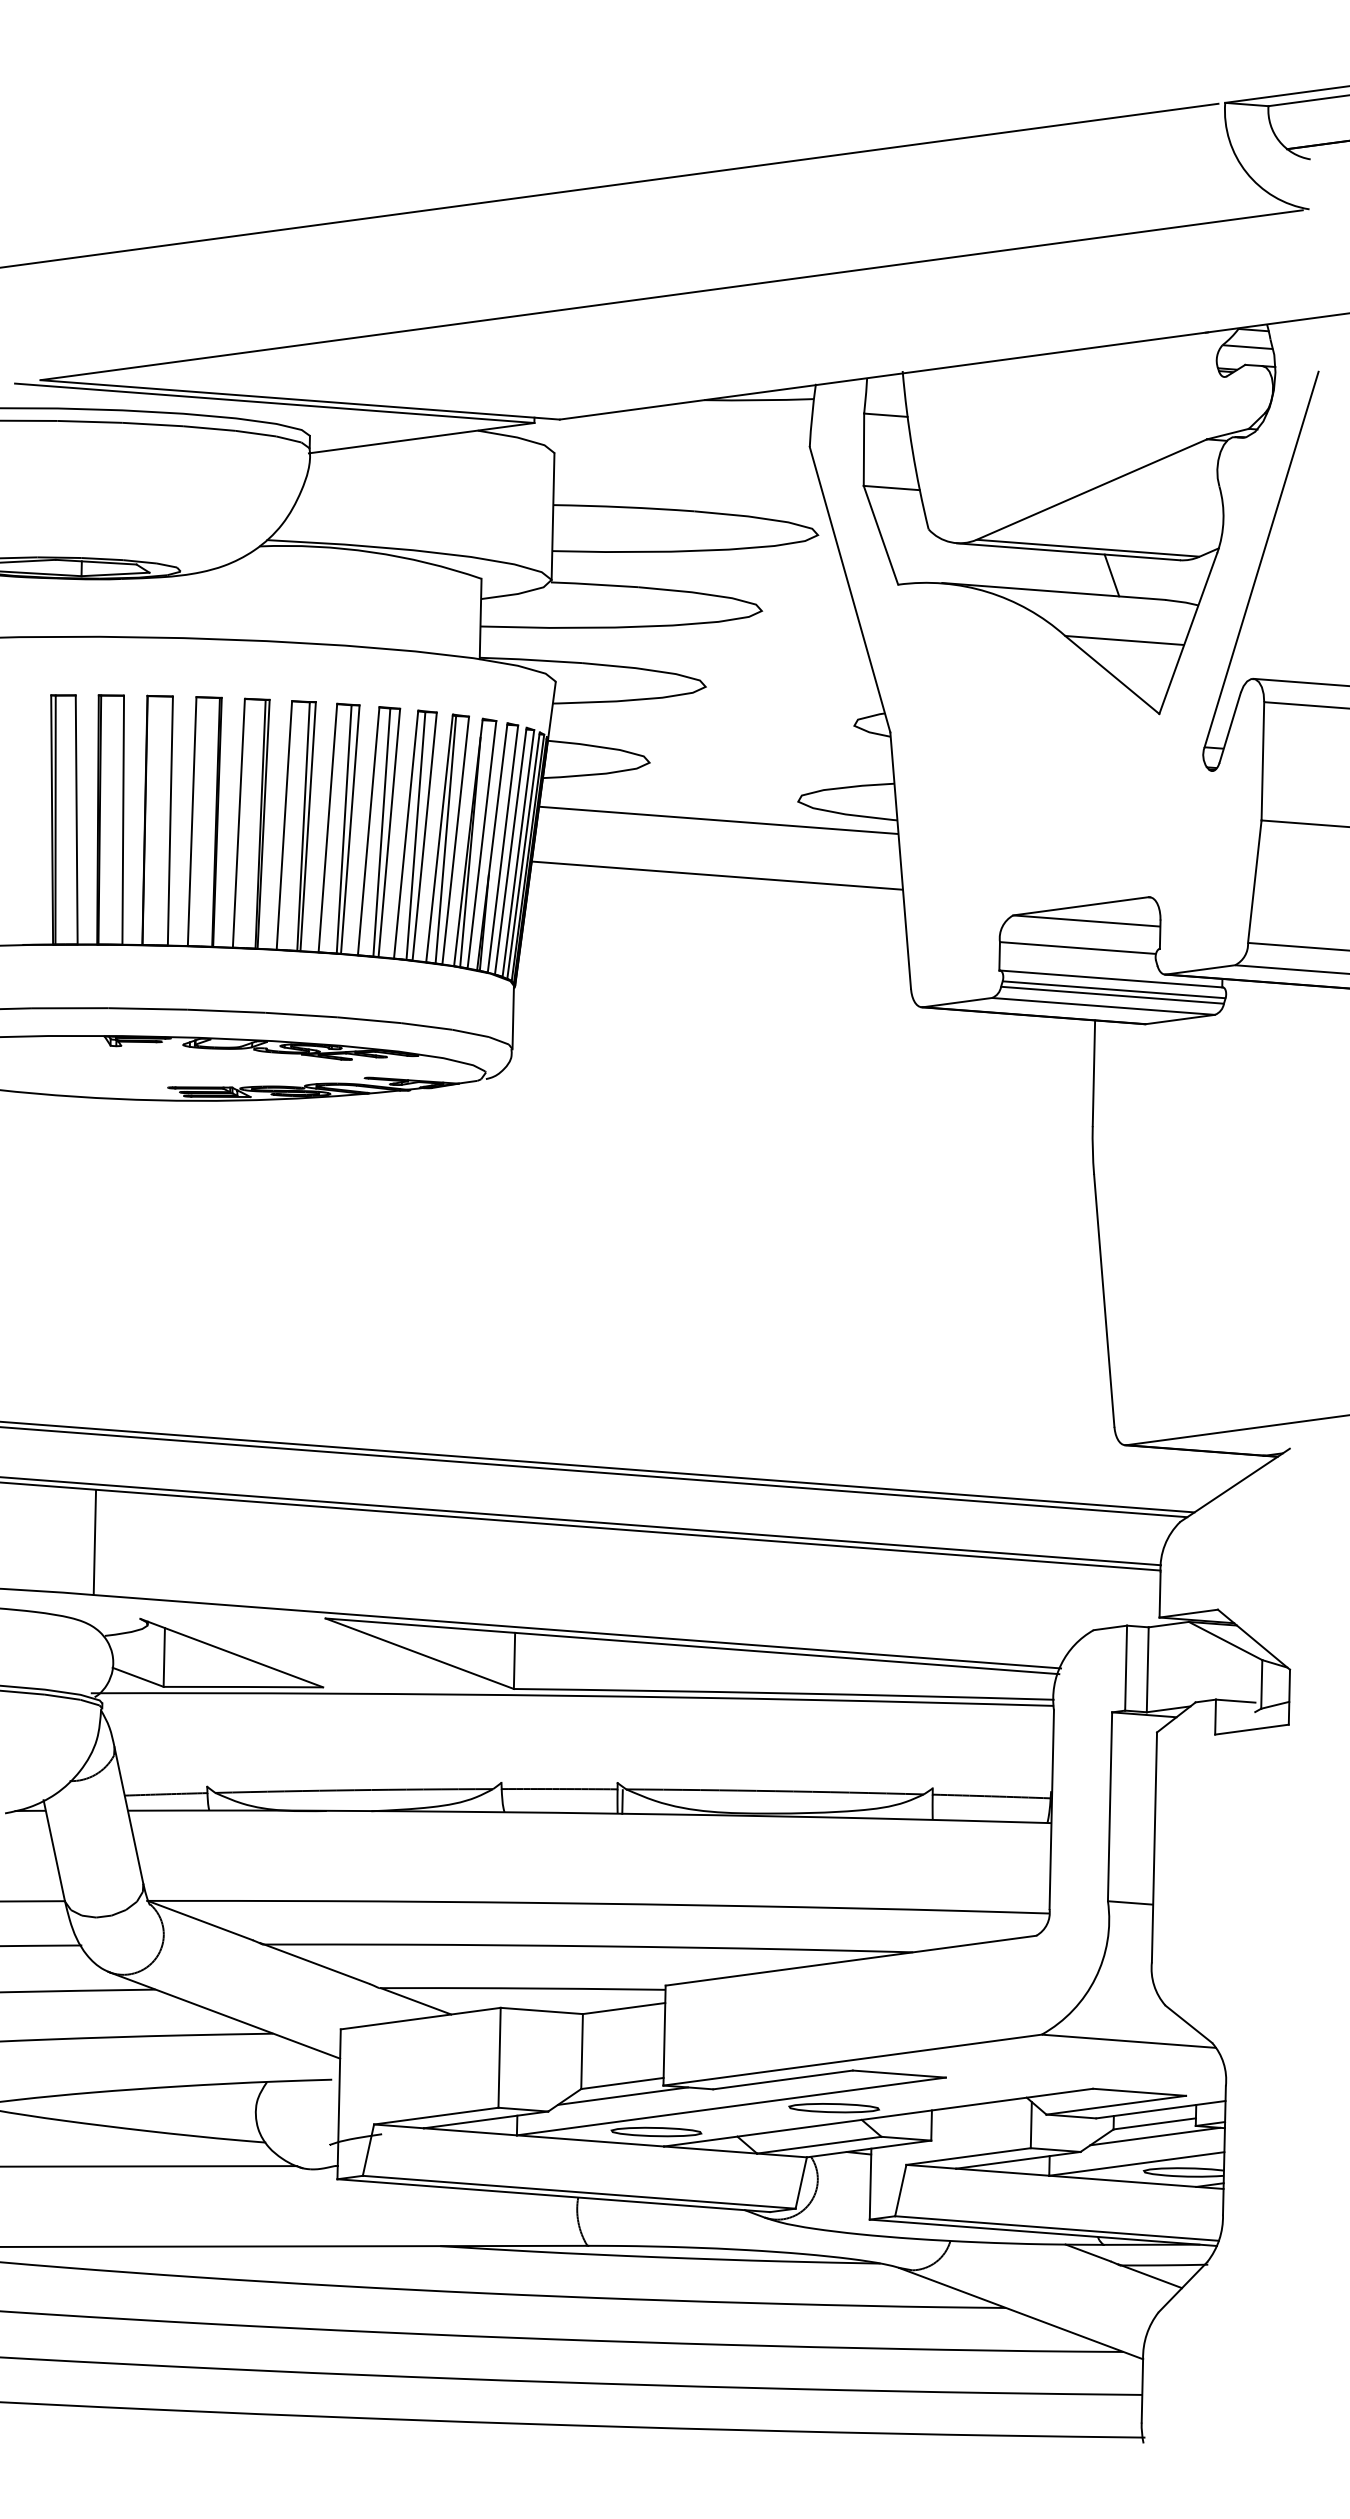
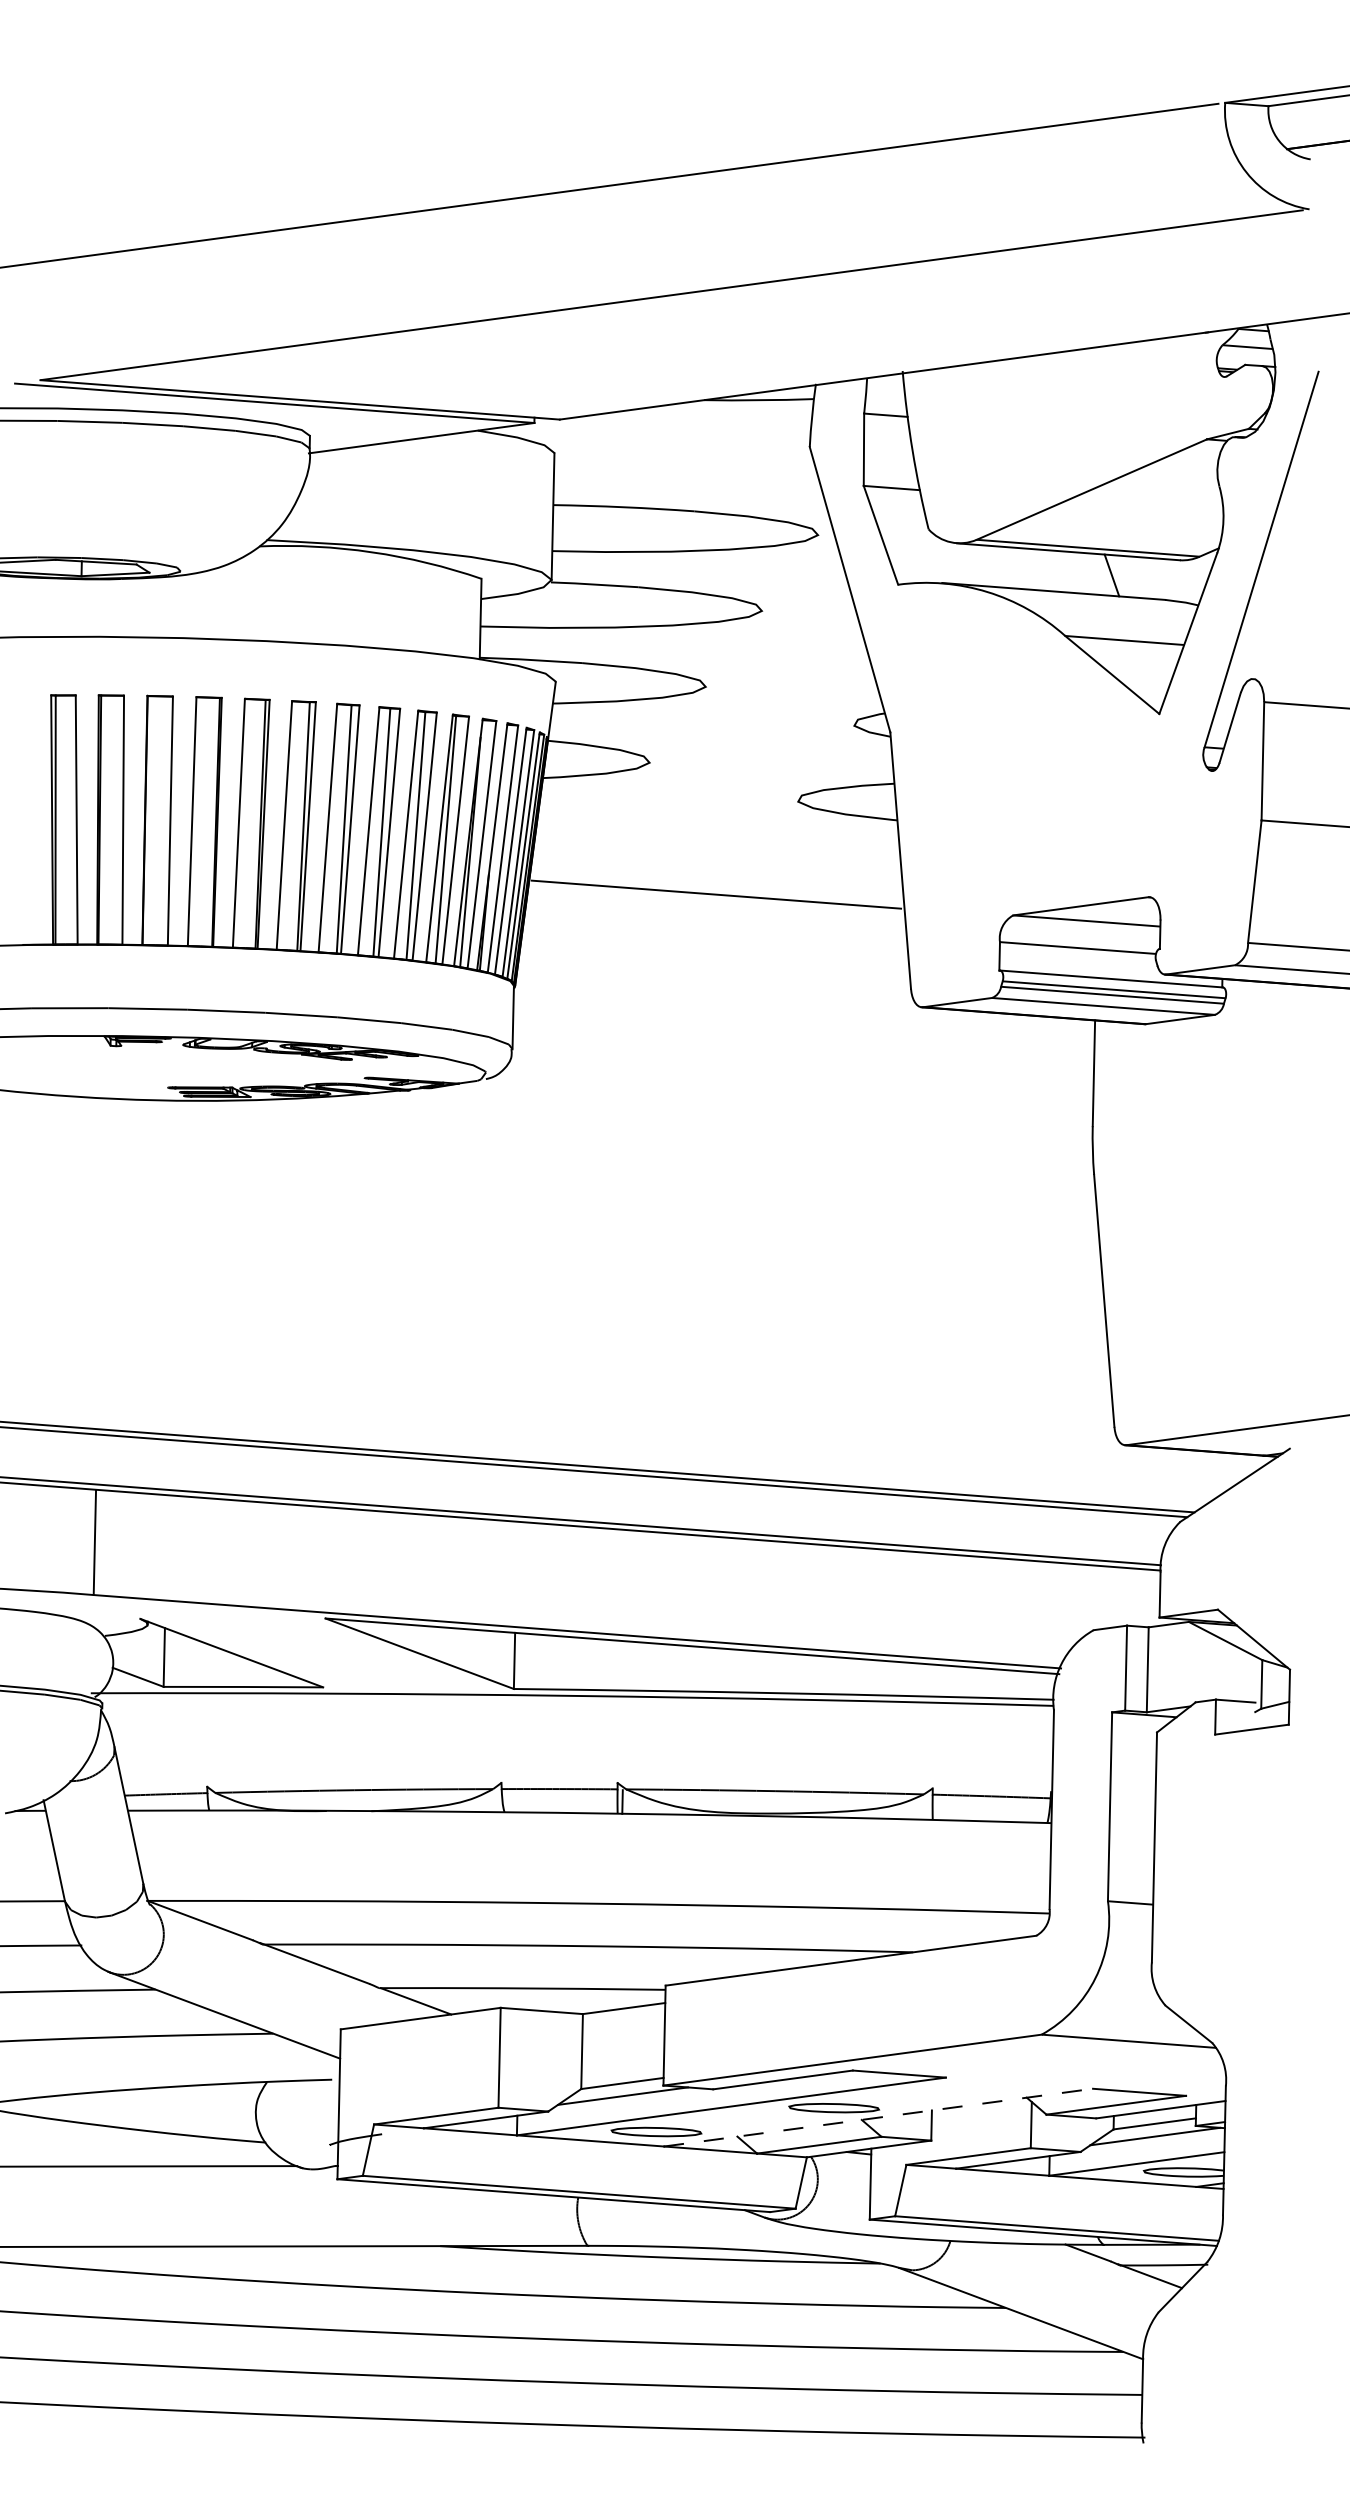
line at (1299, 681): present -> none
line at (718, 820): present -> none
line at (717, 875) position: (717, 875) -> (716, 894)
line at (879, 2117): solid -> dashed
